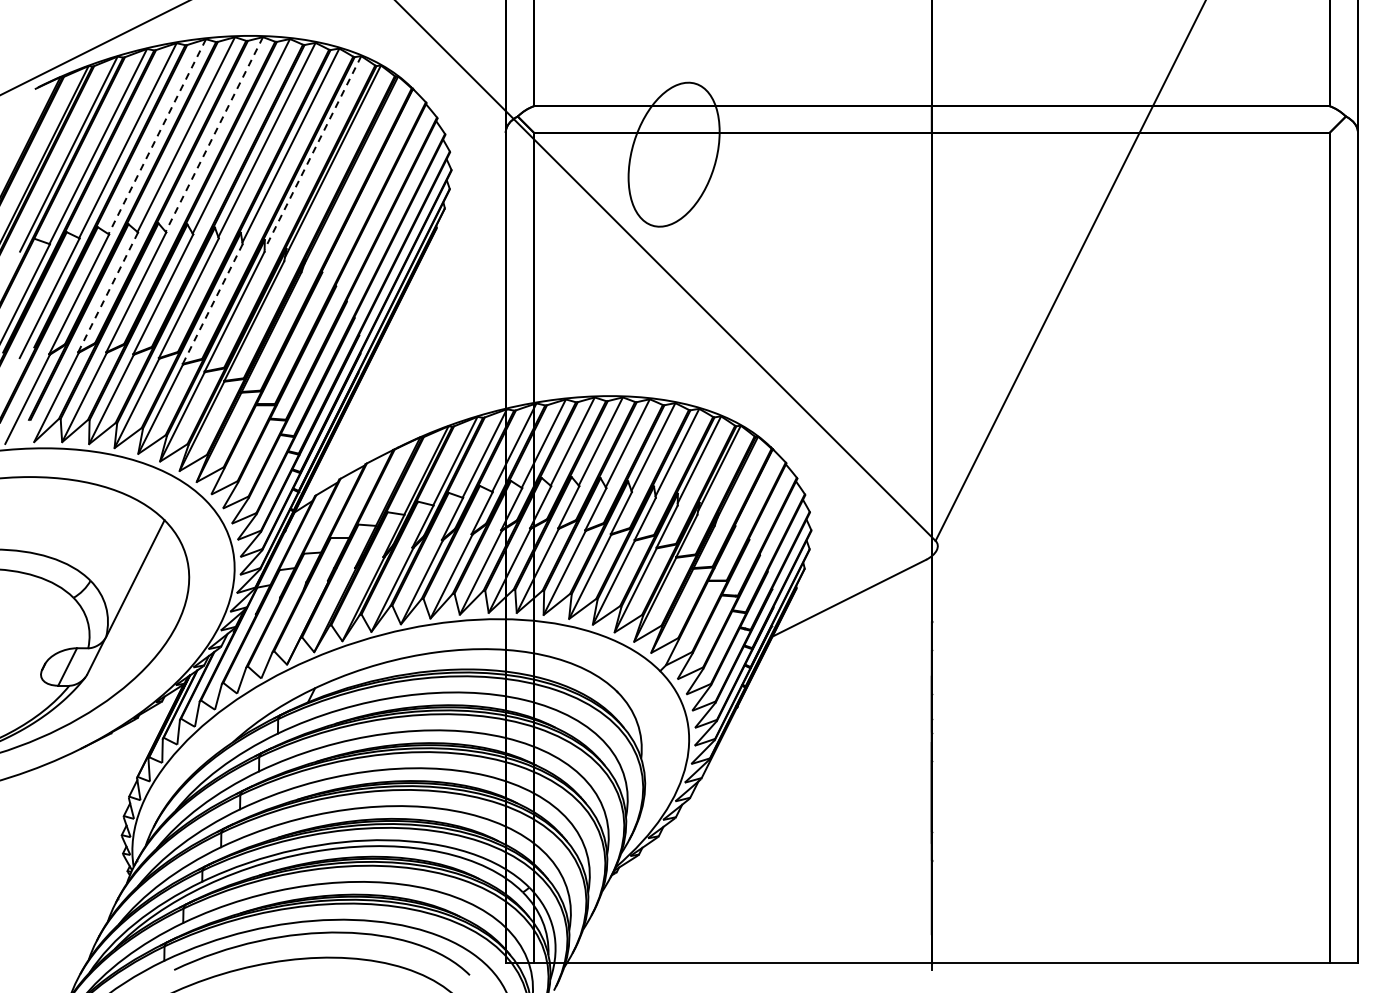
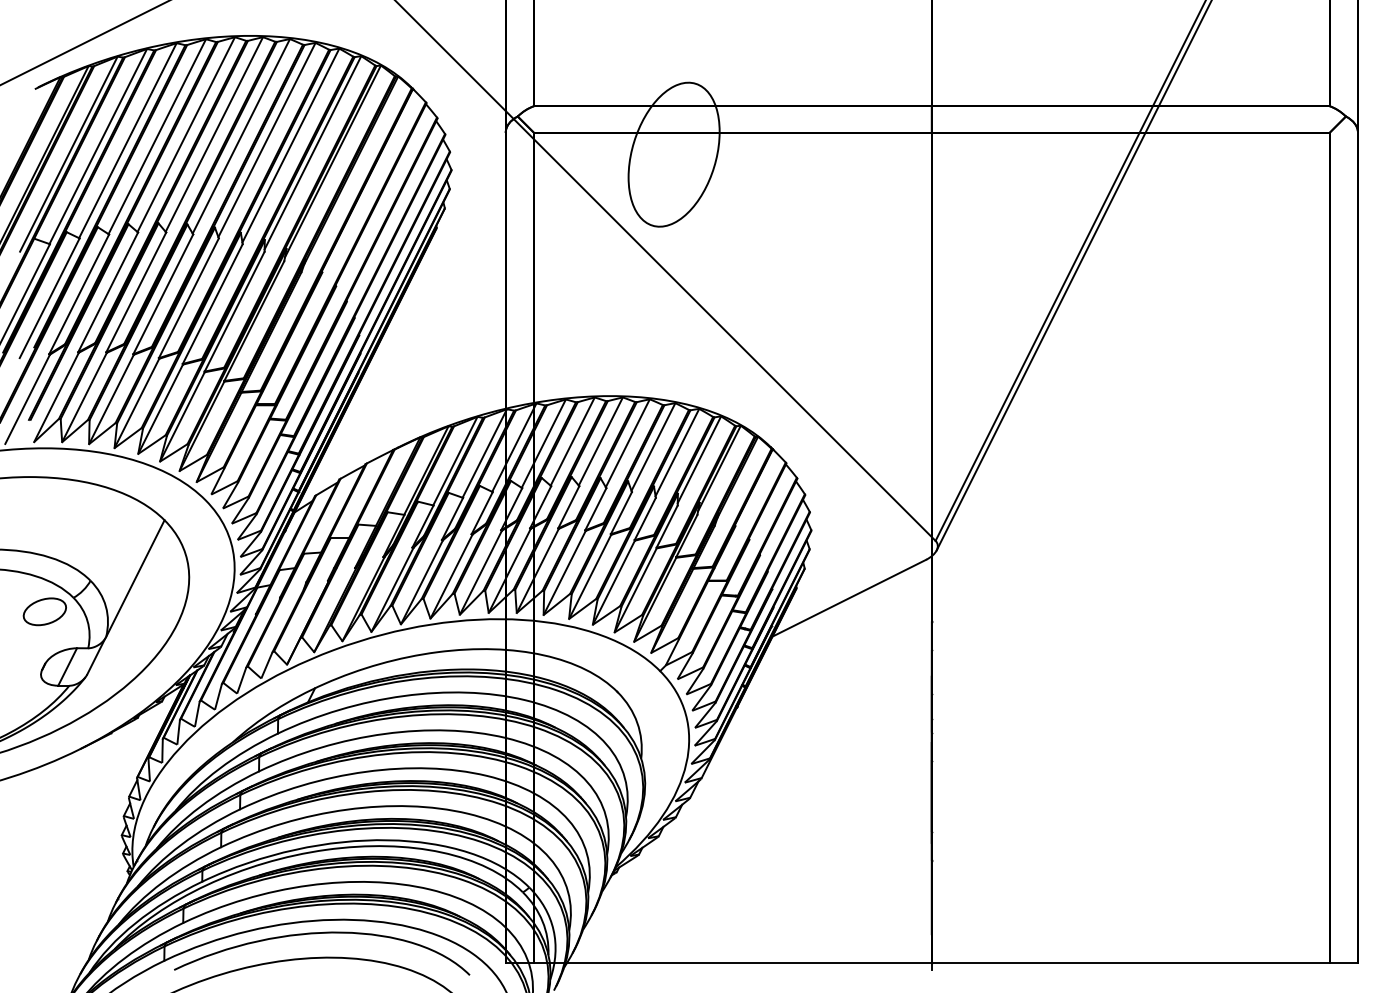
line at (93, 48) position: (93, 48) -> (84, 42)
line at (214, 134): dashed -> solid
line at (157, 136): dashed -> solid
line at (312, 153): dashed -> solid
line at (1073, 276): none -> present
line at (108, 292): dashed -> solid
line at (212, 304): dashed -> solid
part at (44, 611): none -> present
